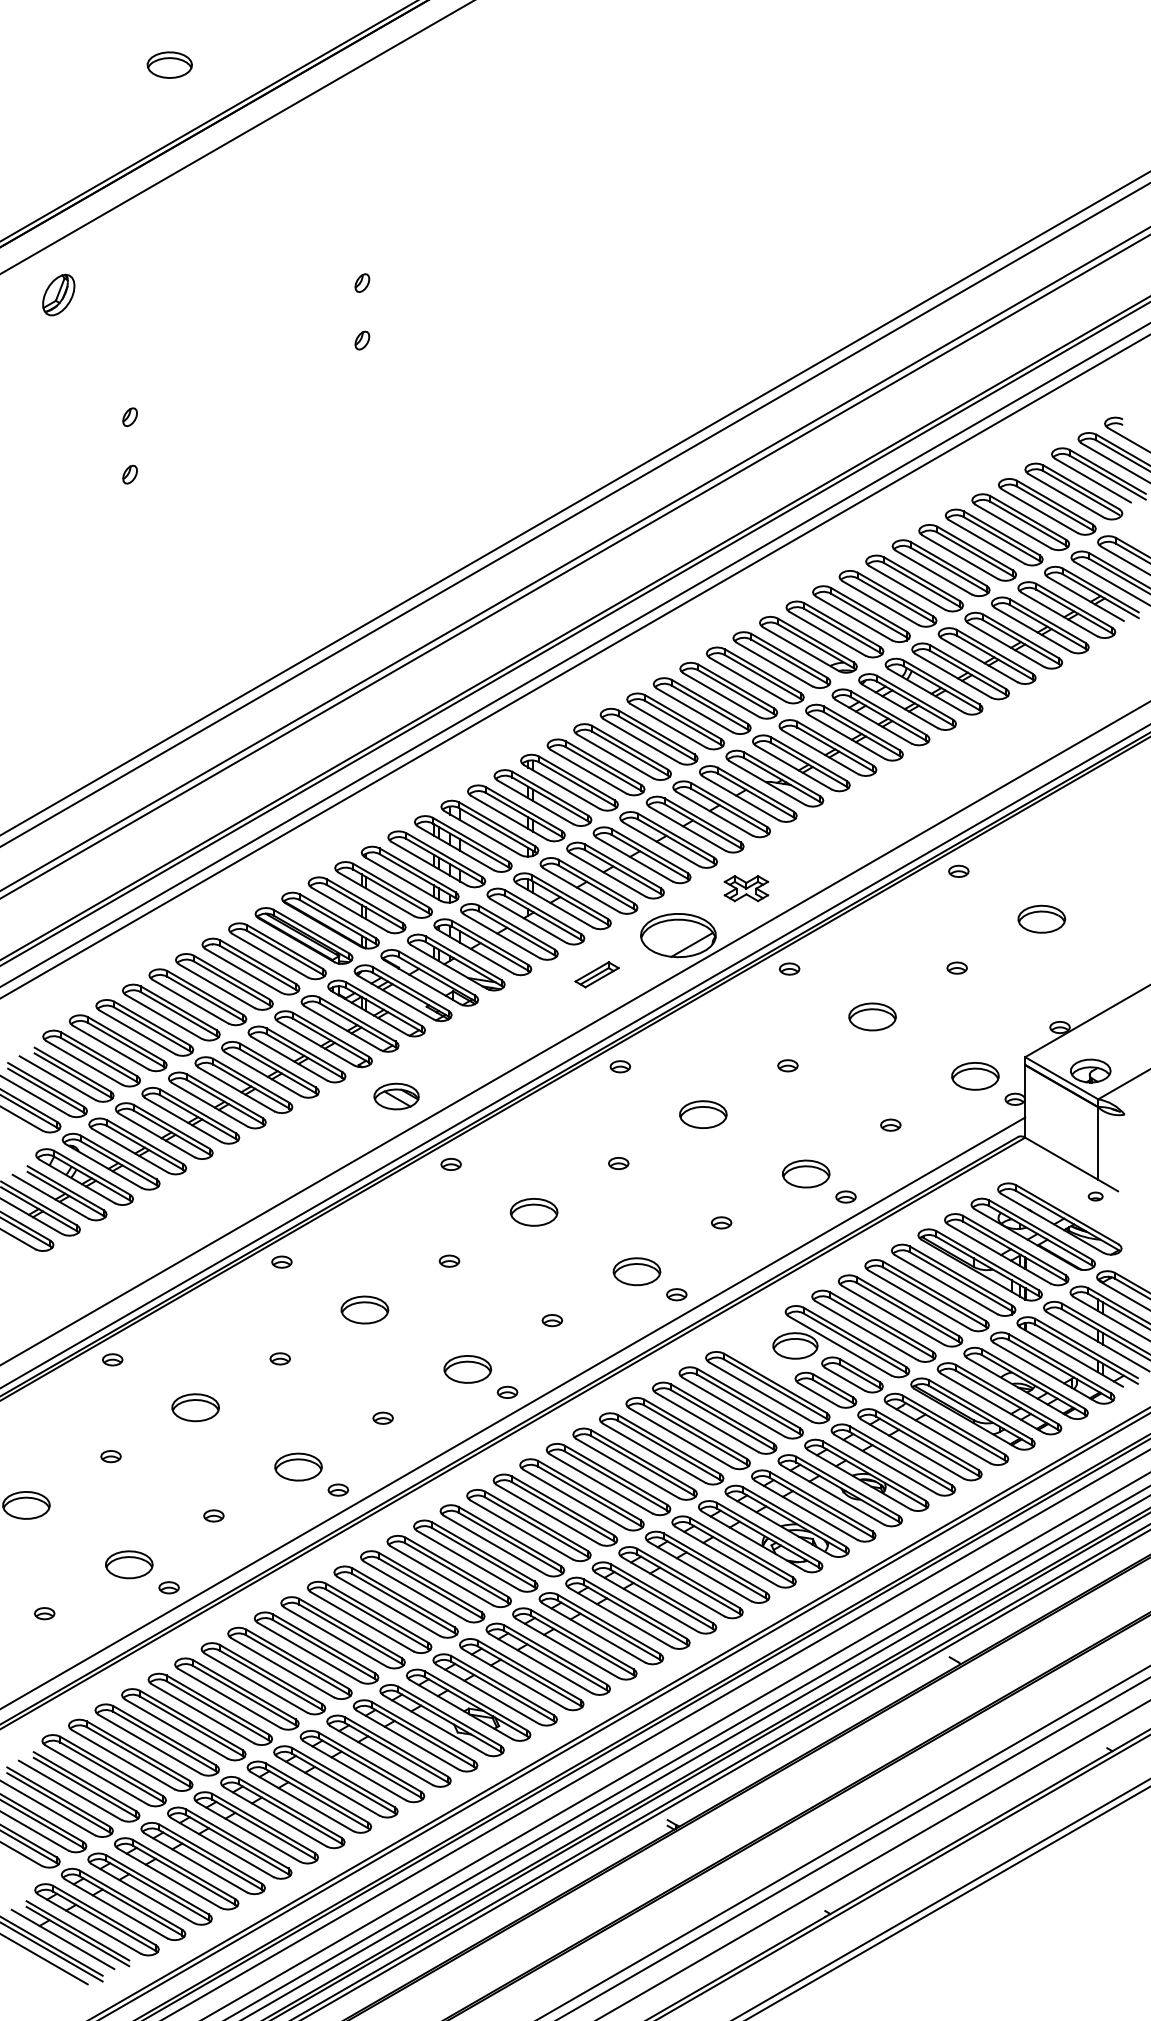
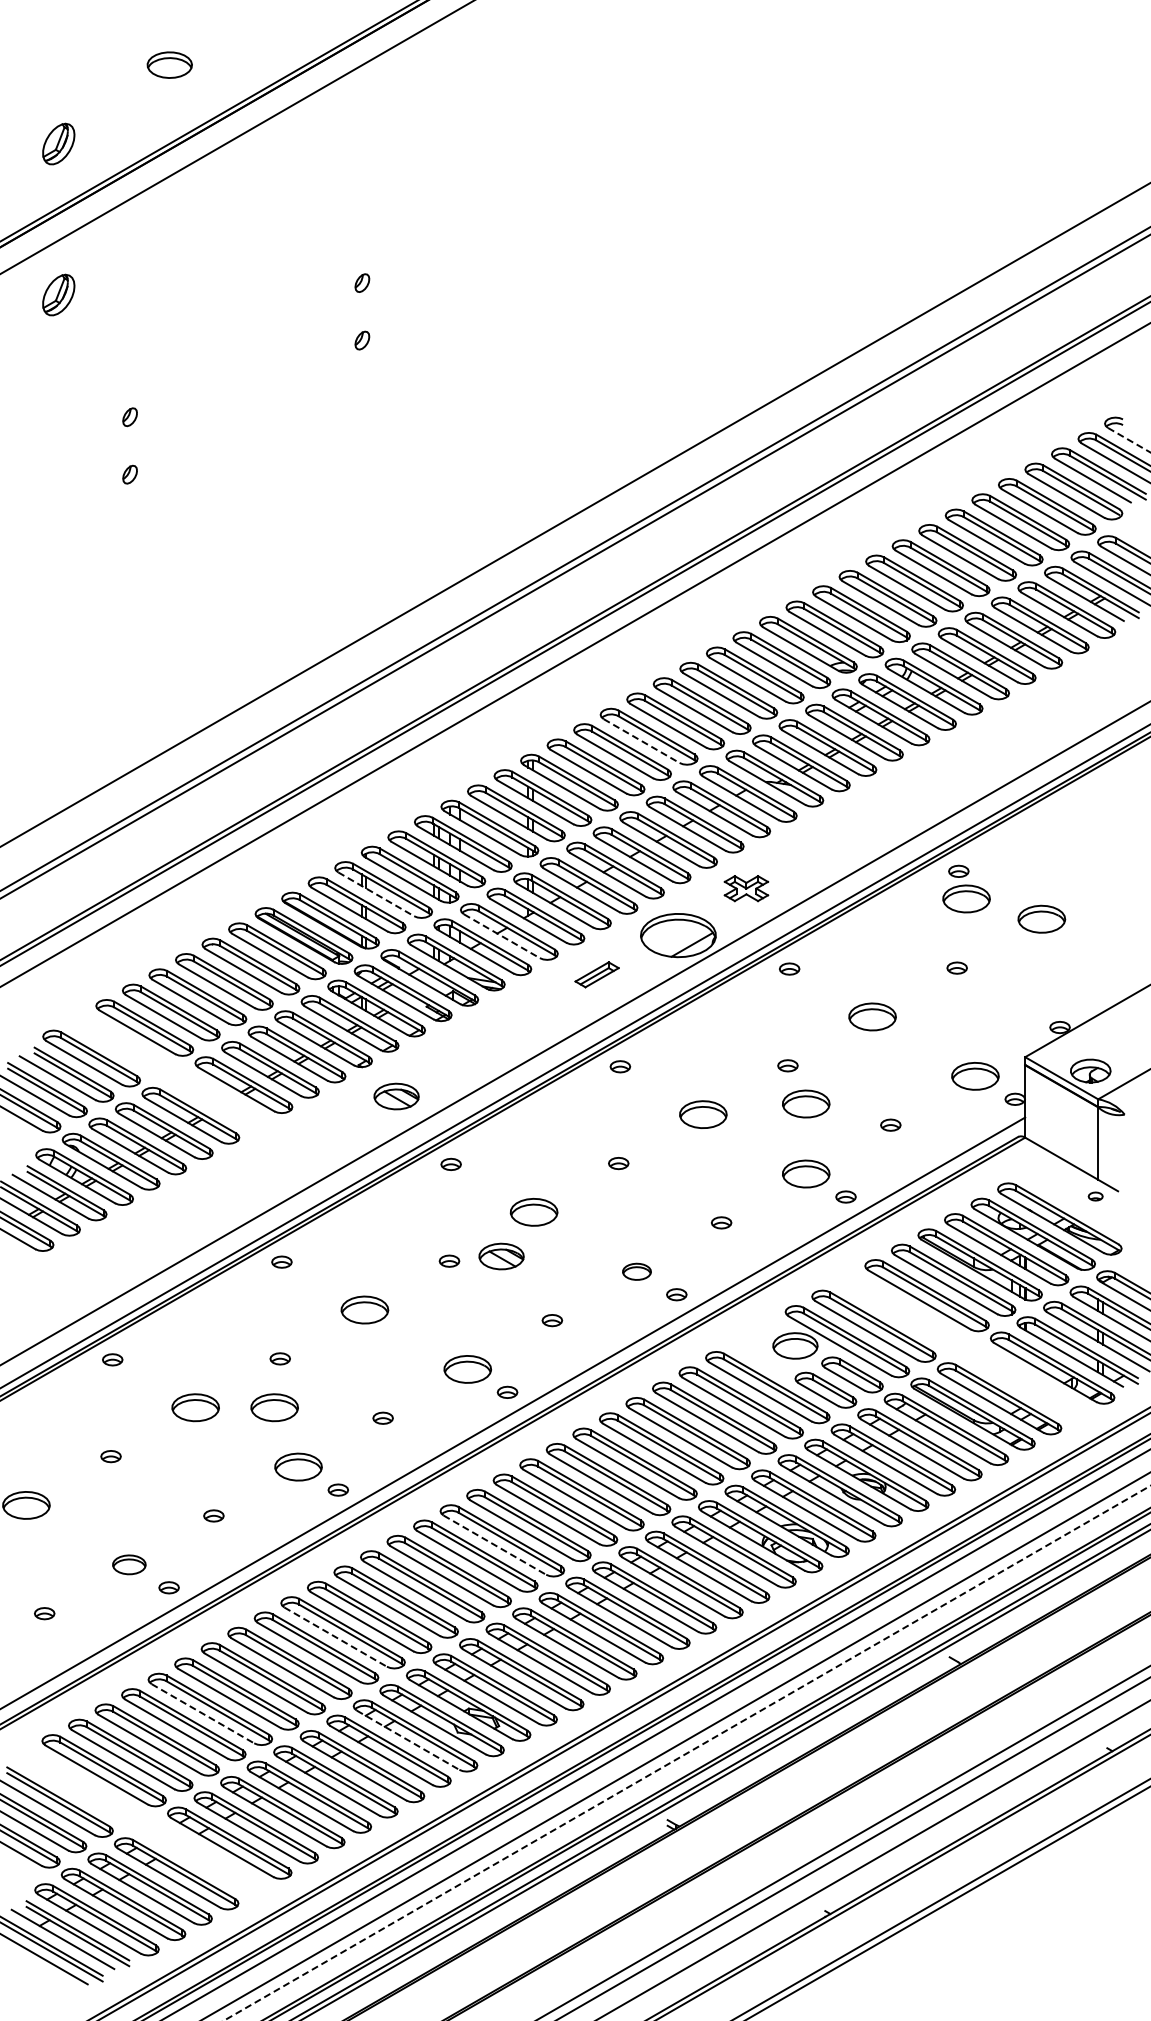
part at (58, 143): none -> present
line at (1129, 440): solid -> dashed
line at (574, 503): present -> none
line at (574, 666): present -> none
line at (641, 741): solid -> dashed
line at (376, 894): solid -> dashed
part at (966, 898): none -> present
line at (501, 936): solid -> dashed
part at (167, 1071): present -> none
part at (806, 1103): none -> present
part at (501, 1256): none -> present
part at (636, 1271) size: 50x30 px -> 30x19 px
part at (962, 1346): present -> none
part at (274, 1407): none -> present
line at (495, 1545): solid -> dashed
part at (129, 1564) size: 49x30 px -> 35x22 px
line at (336, 1637): solid -> dashed
line at (203, 1713): solid -> dashed
line at (408, 1740): solid -> dashed
line at (686, 1753): solid -> dashed
line at (696, 1757): present -> none
part at (141, 1823): present -> none
